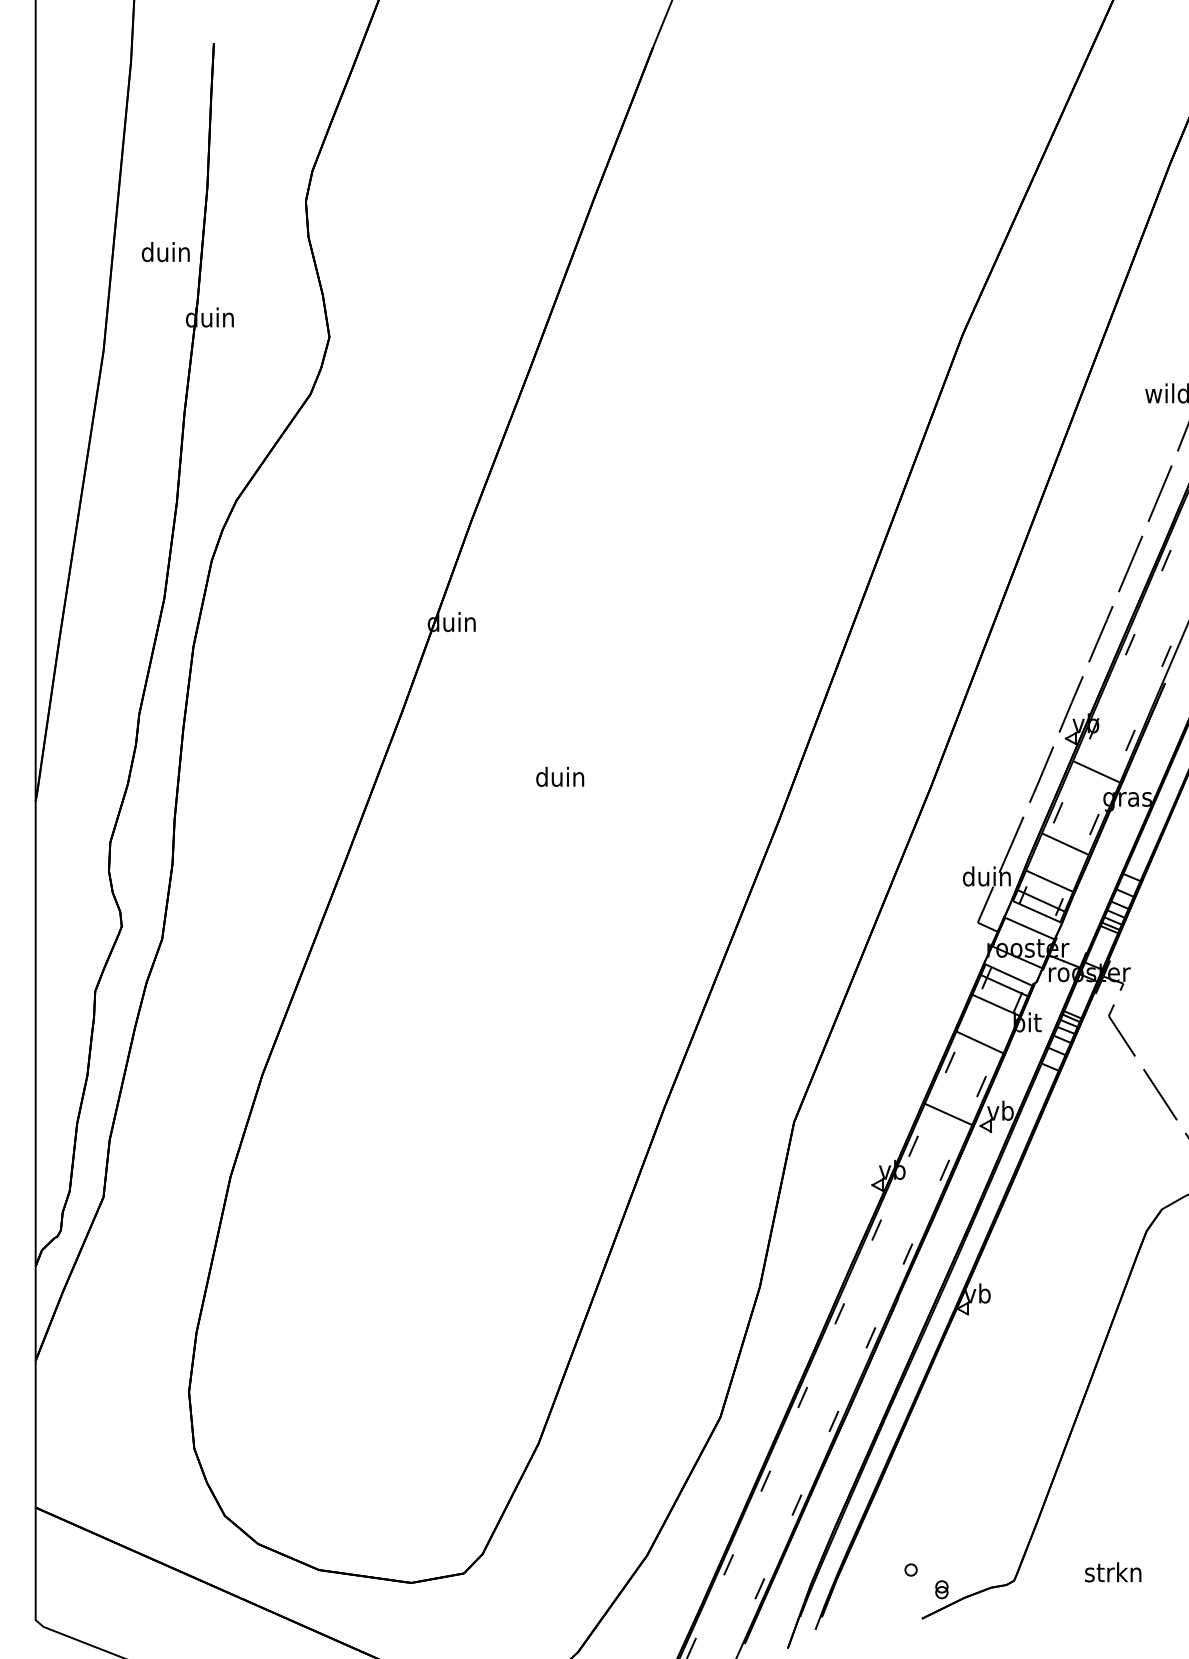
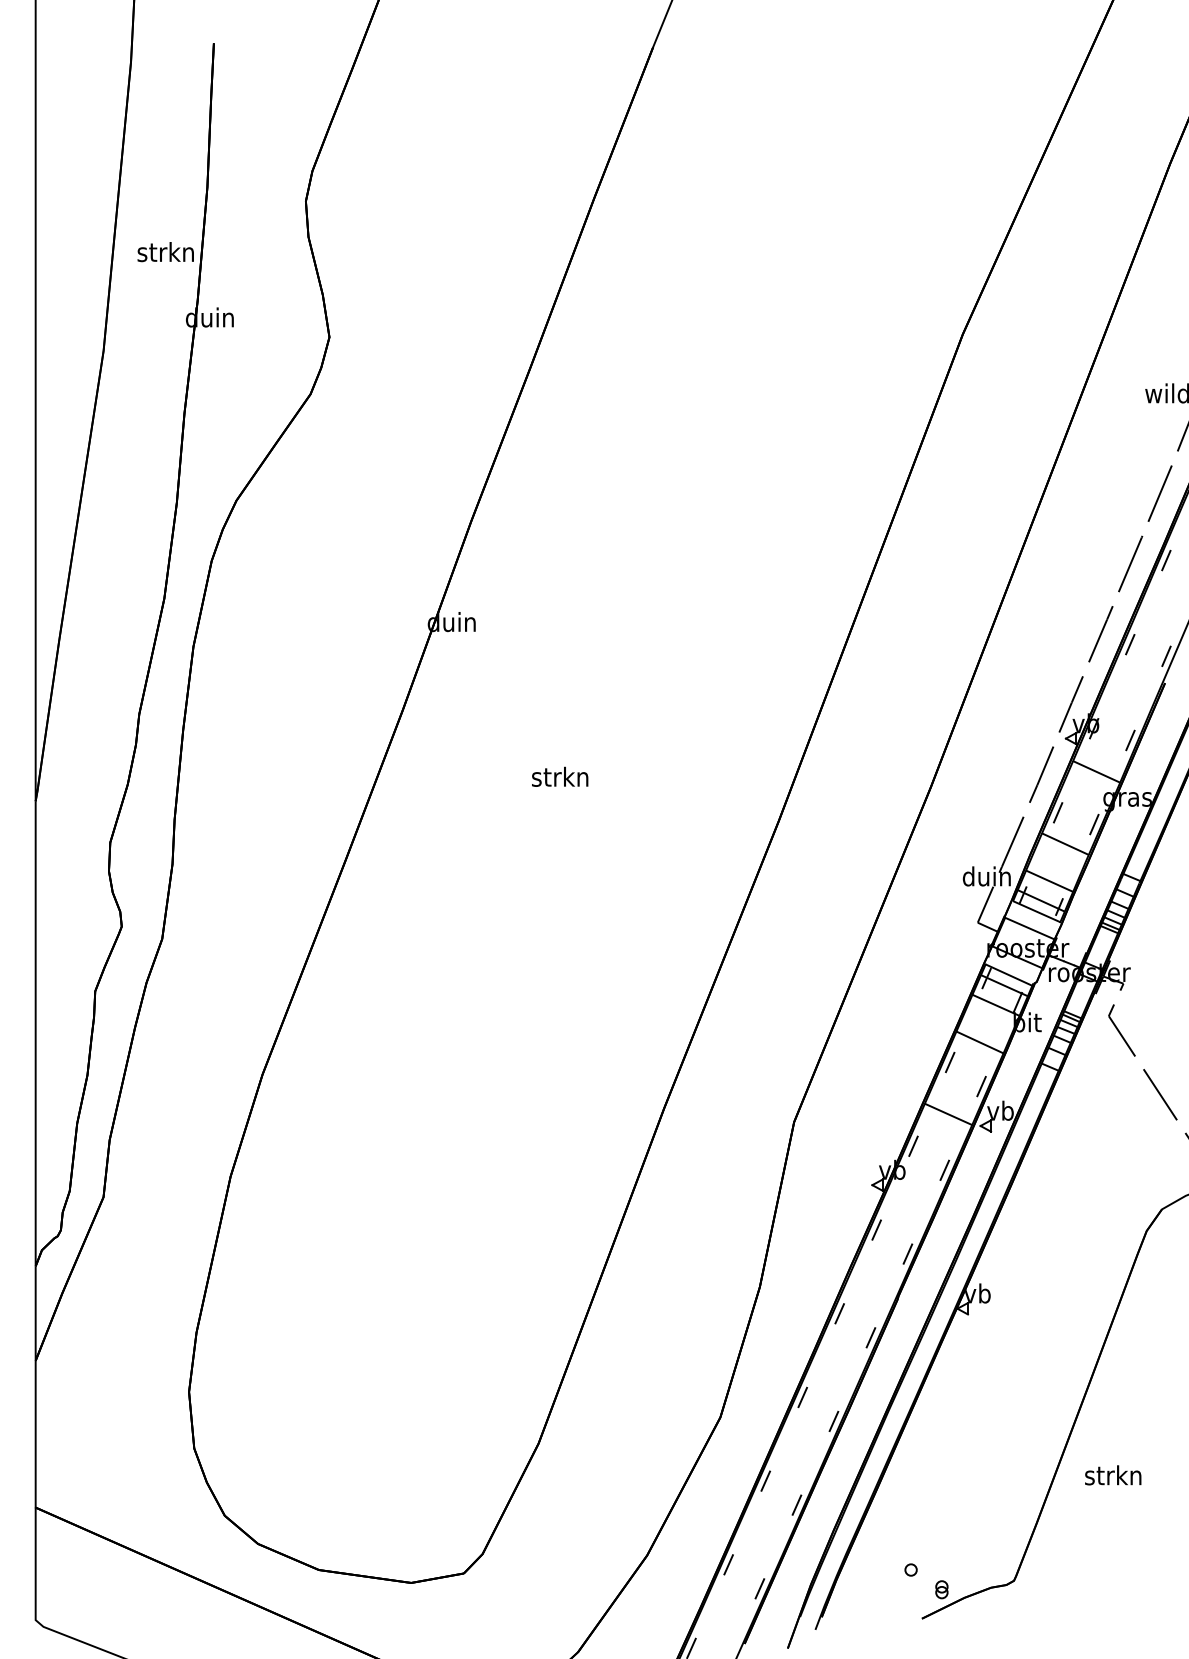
text at (165, 252): duin -> strkn
text at (560, 776): duin -> strkn
text at (1113, 1572) position: (1113, 1572) -> (1113, 1475)
